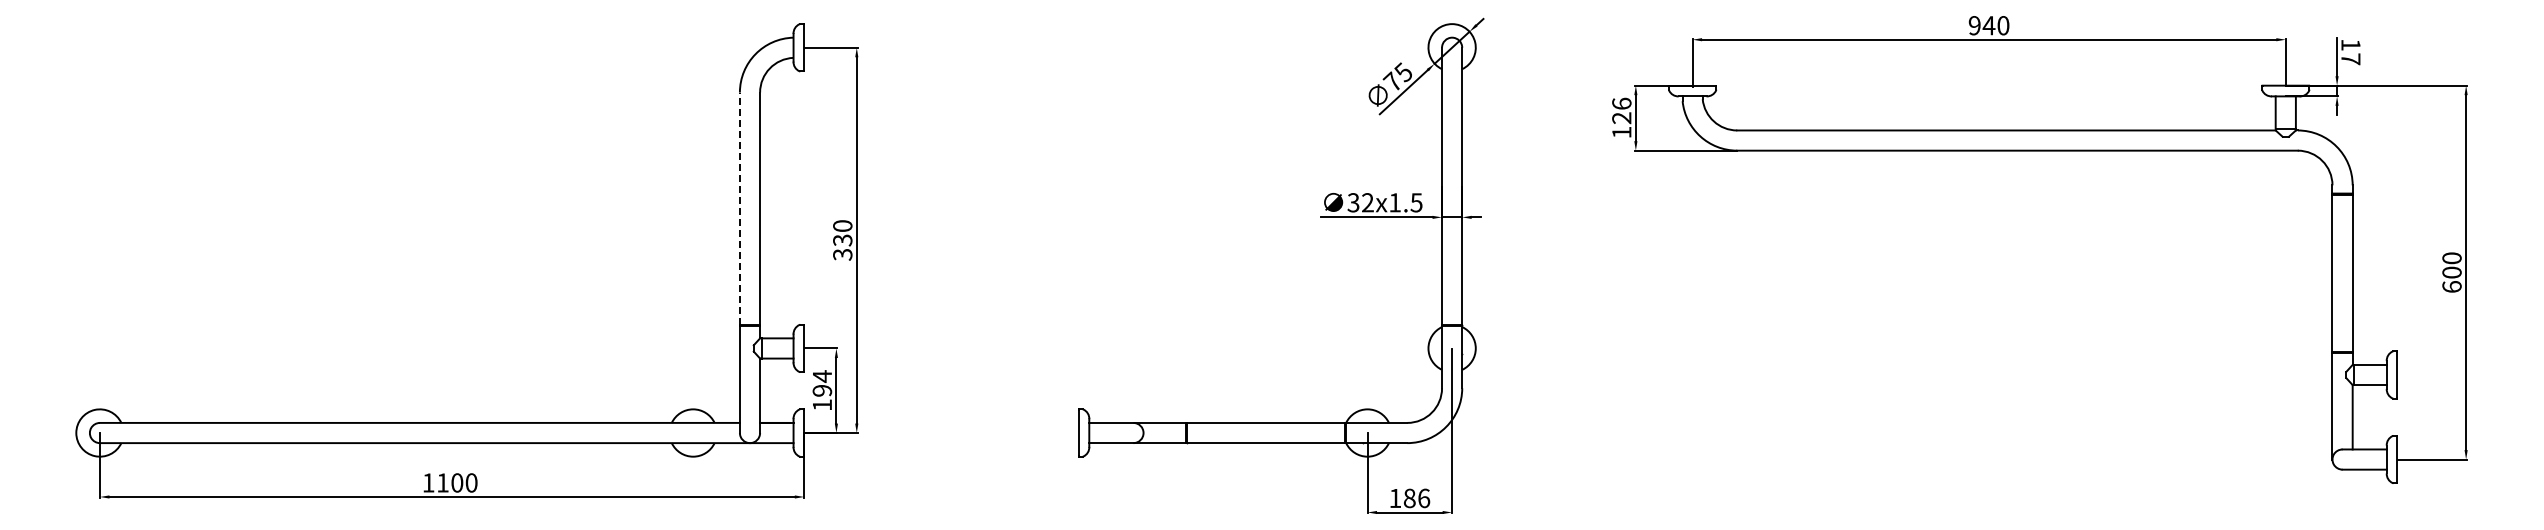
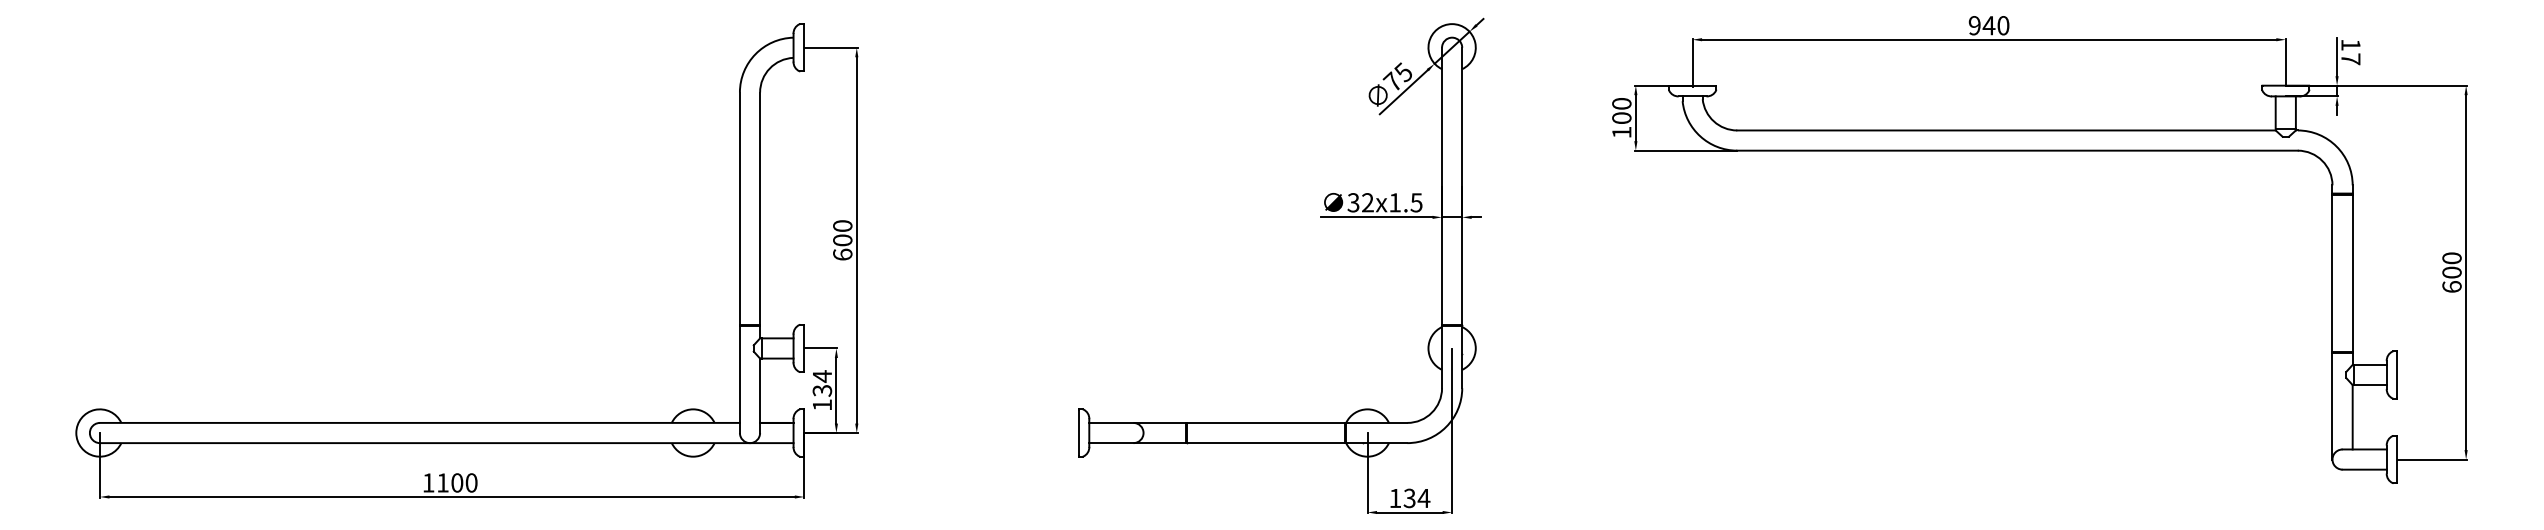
text at (1621, 110): 126 -> 100
line at (739, 208): dashed -> solid
text at (842, 247): 330 -> 600
text at (822, 390): 194 -> 134
text at (1416, 498): 186 -> 134
